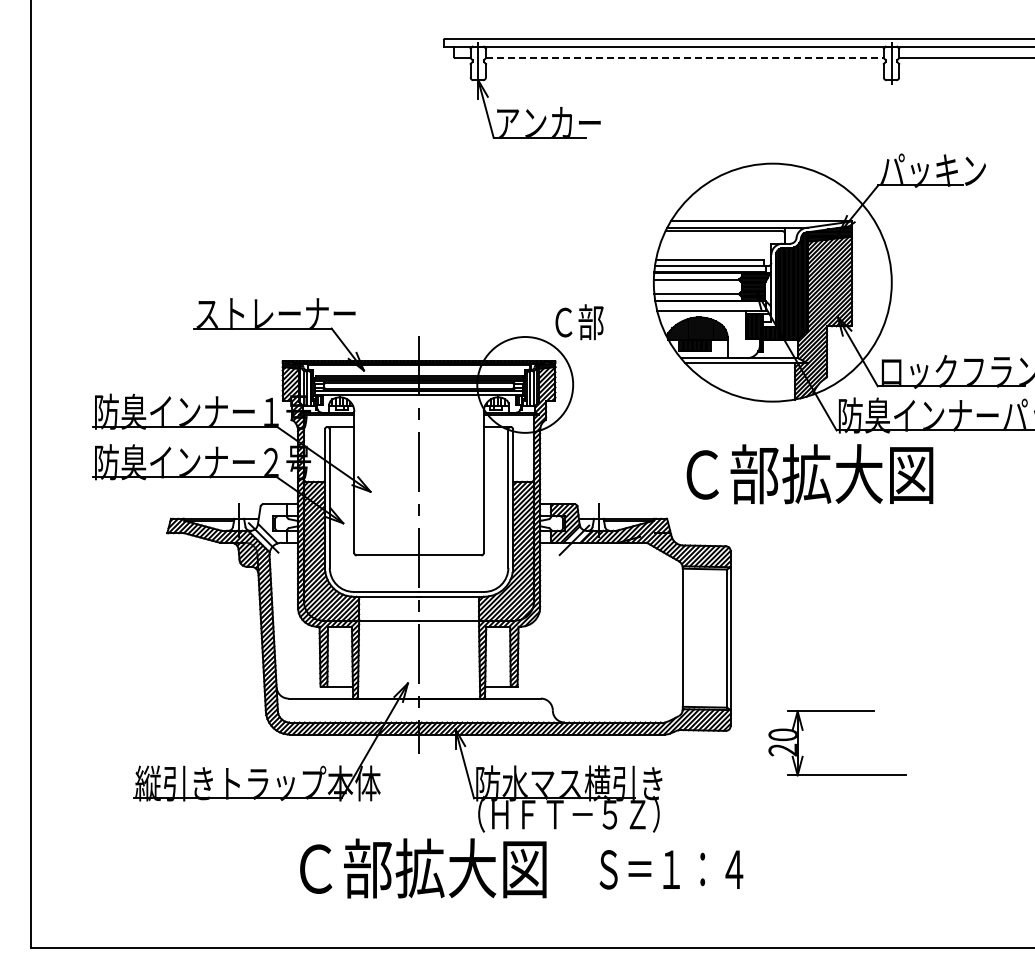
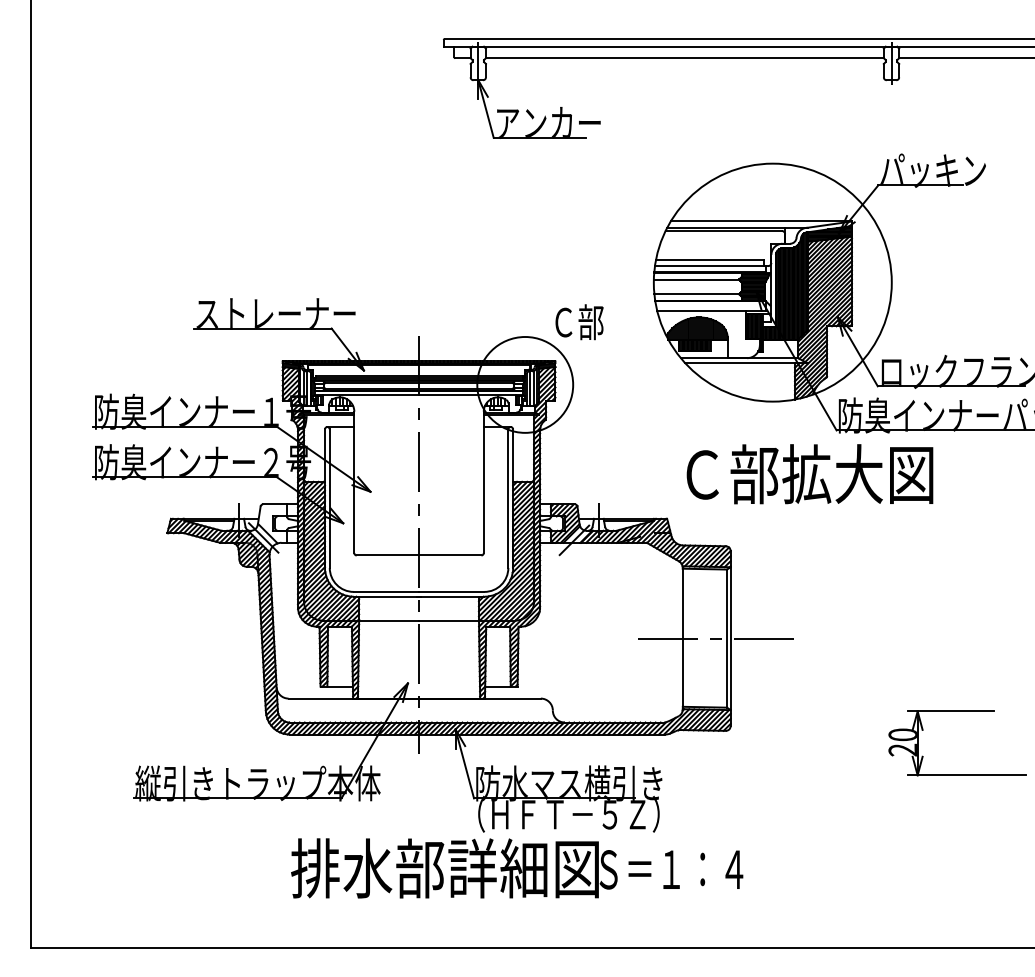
line at (684, 58): dashed -> solid
line at (714, 638): none -> present
part at (837, 774) position: (837, 774) -> (957, 774)
text at (444, 868): Ｃ部拡大図 -> 排水部詳細図
